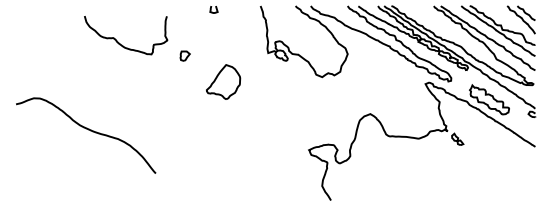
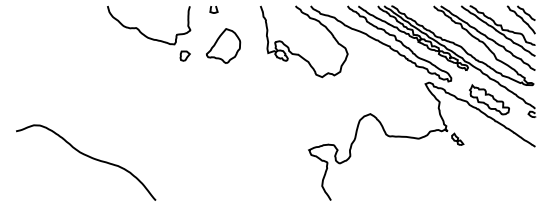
curve at (119, 42) position: (119, 42) -> (142, 32)
part at (223, 81) position: (223, 81) -> (223, 45)
curve at (88, 130) position: (88, 130) -> (88, 157)
